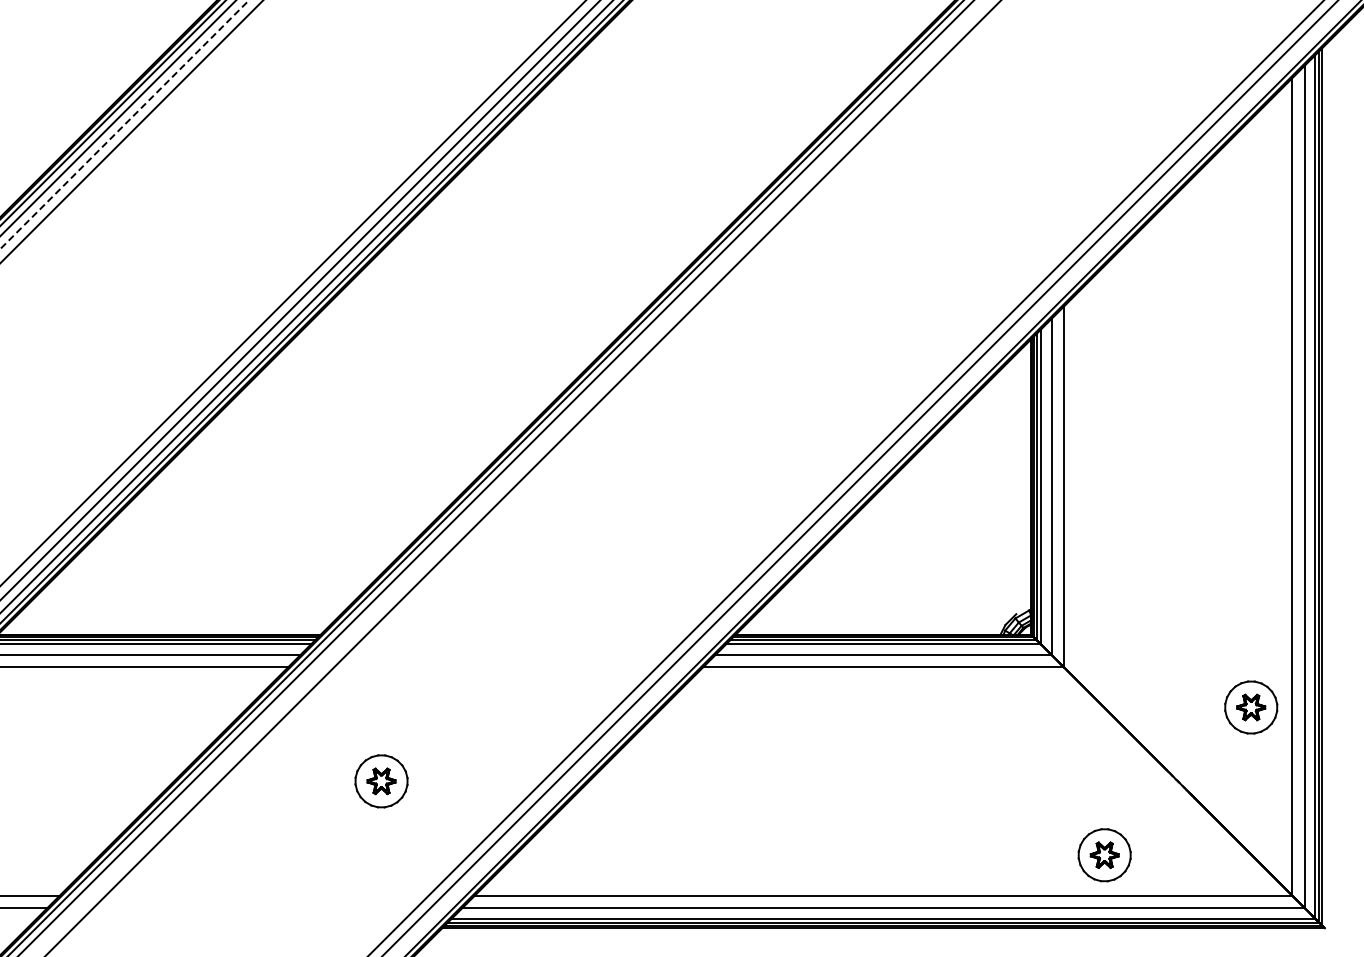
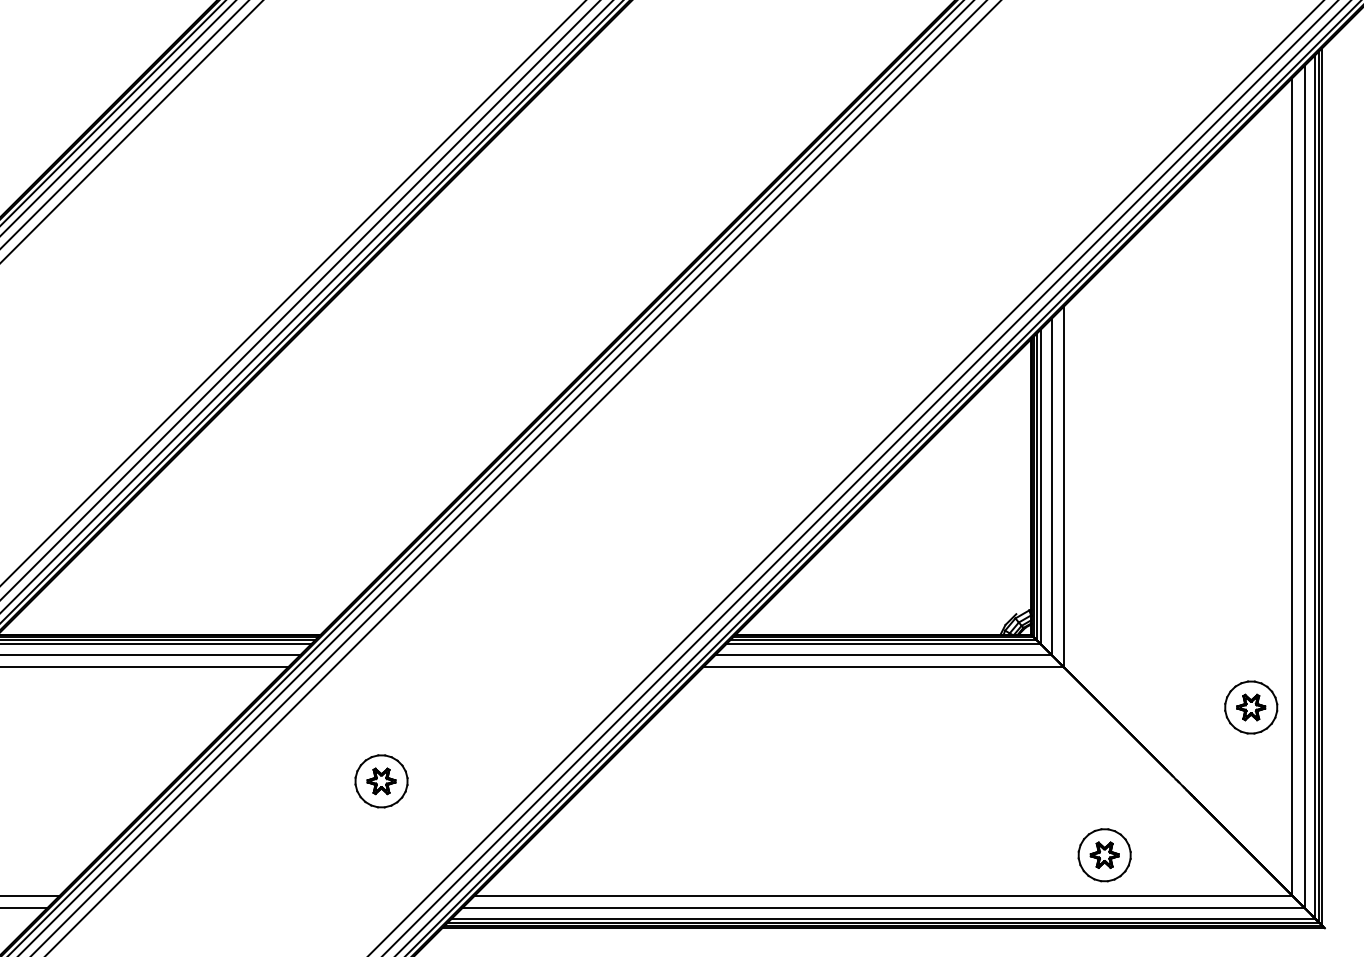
line at (124, 125): dashed -> solid
line at (508, 477): none -> present
line at (873, 477): none -> present
